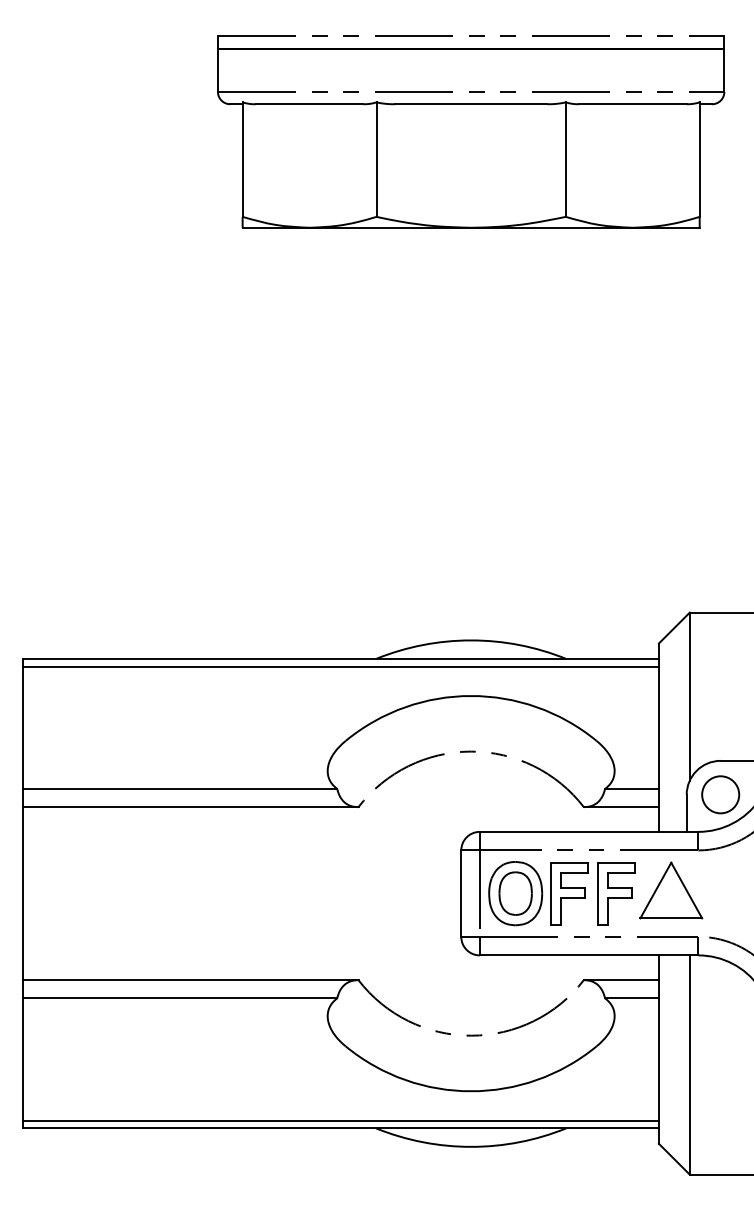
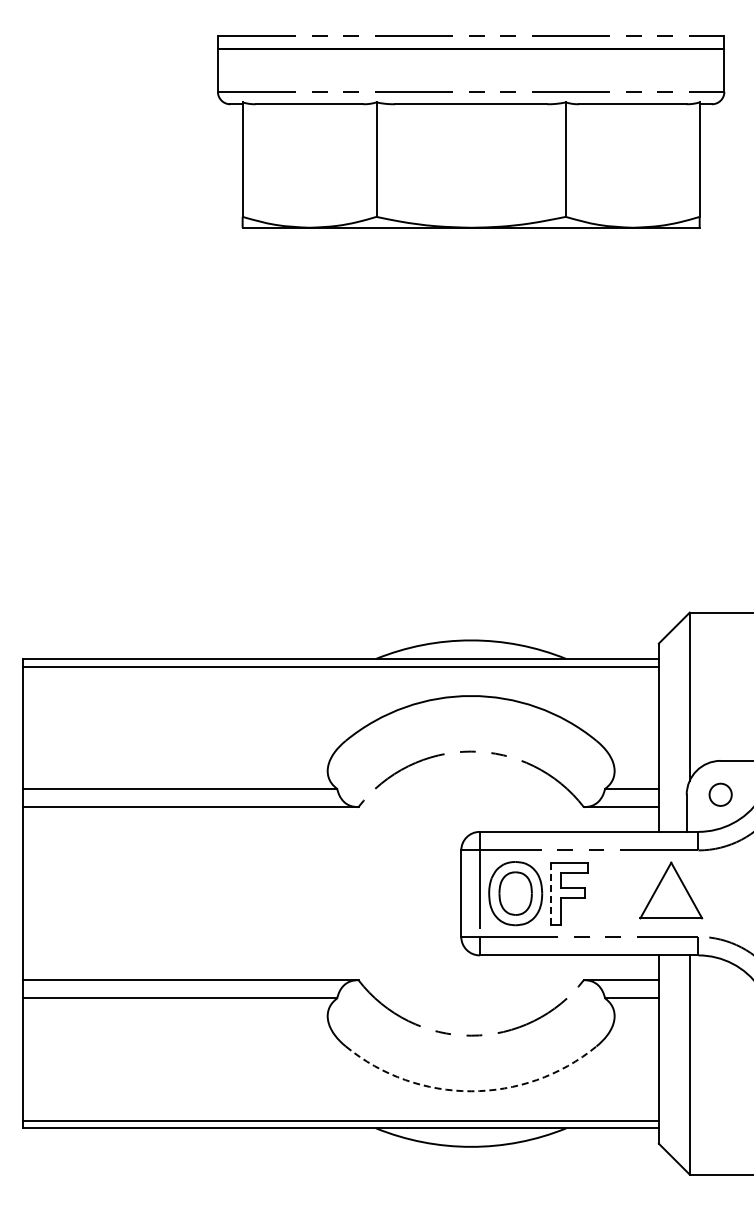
circle at (720, 794) diameter: 37 px -> 22 px
line at (550, 893): solid -> dashed
part at (616, 893): present -> none
arc at (471, 1091): solid -> dashed
